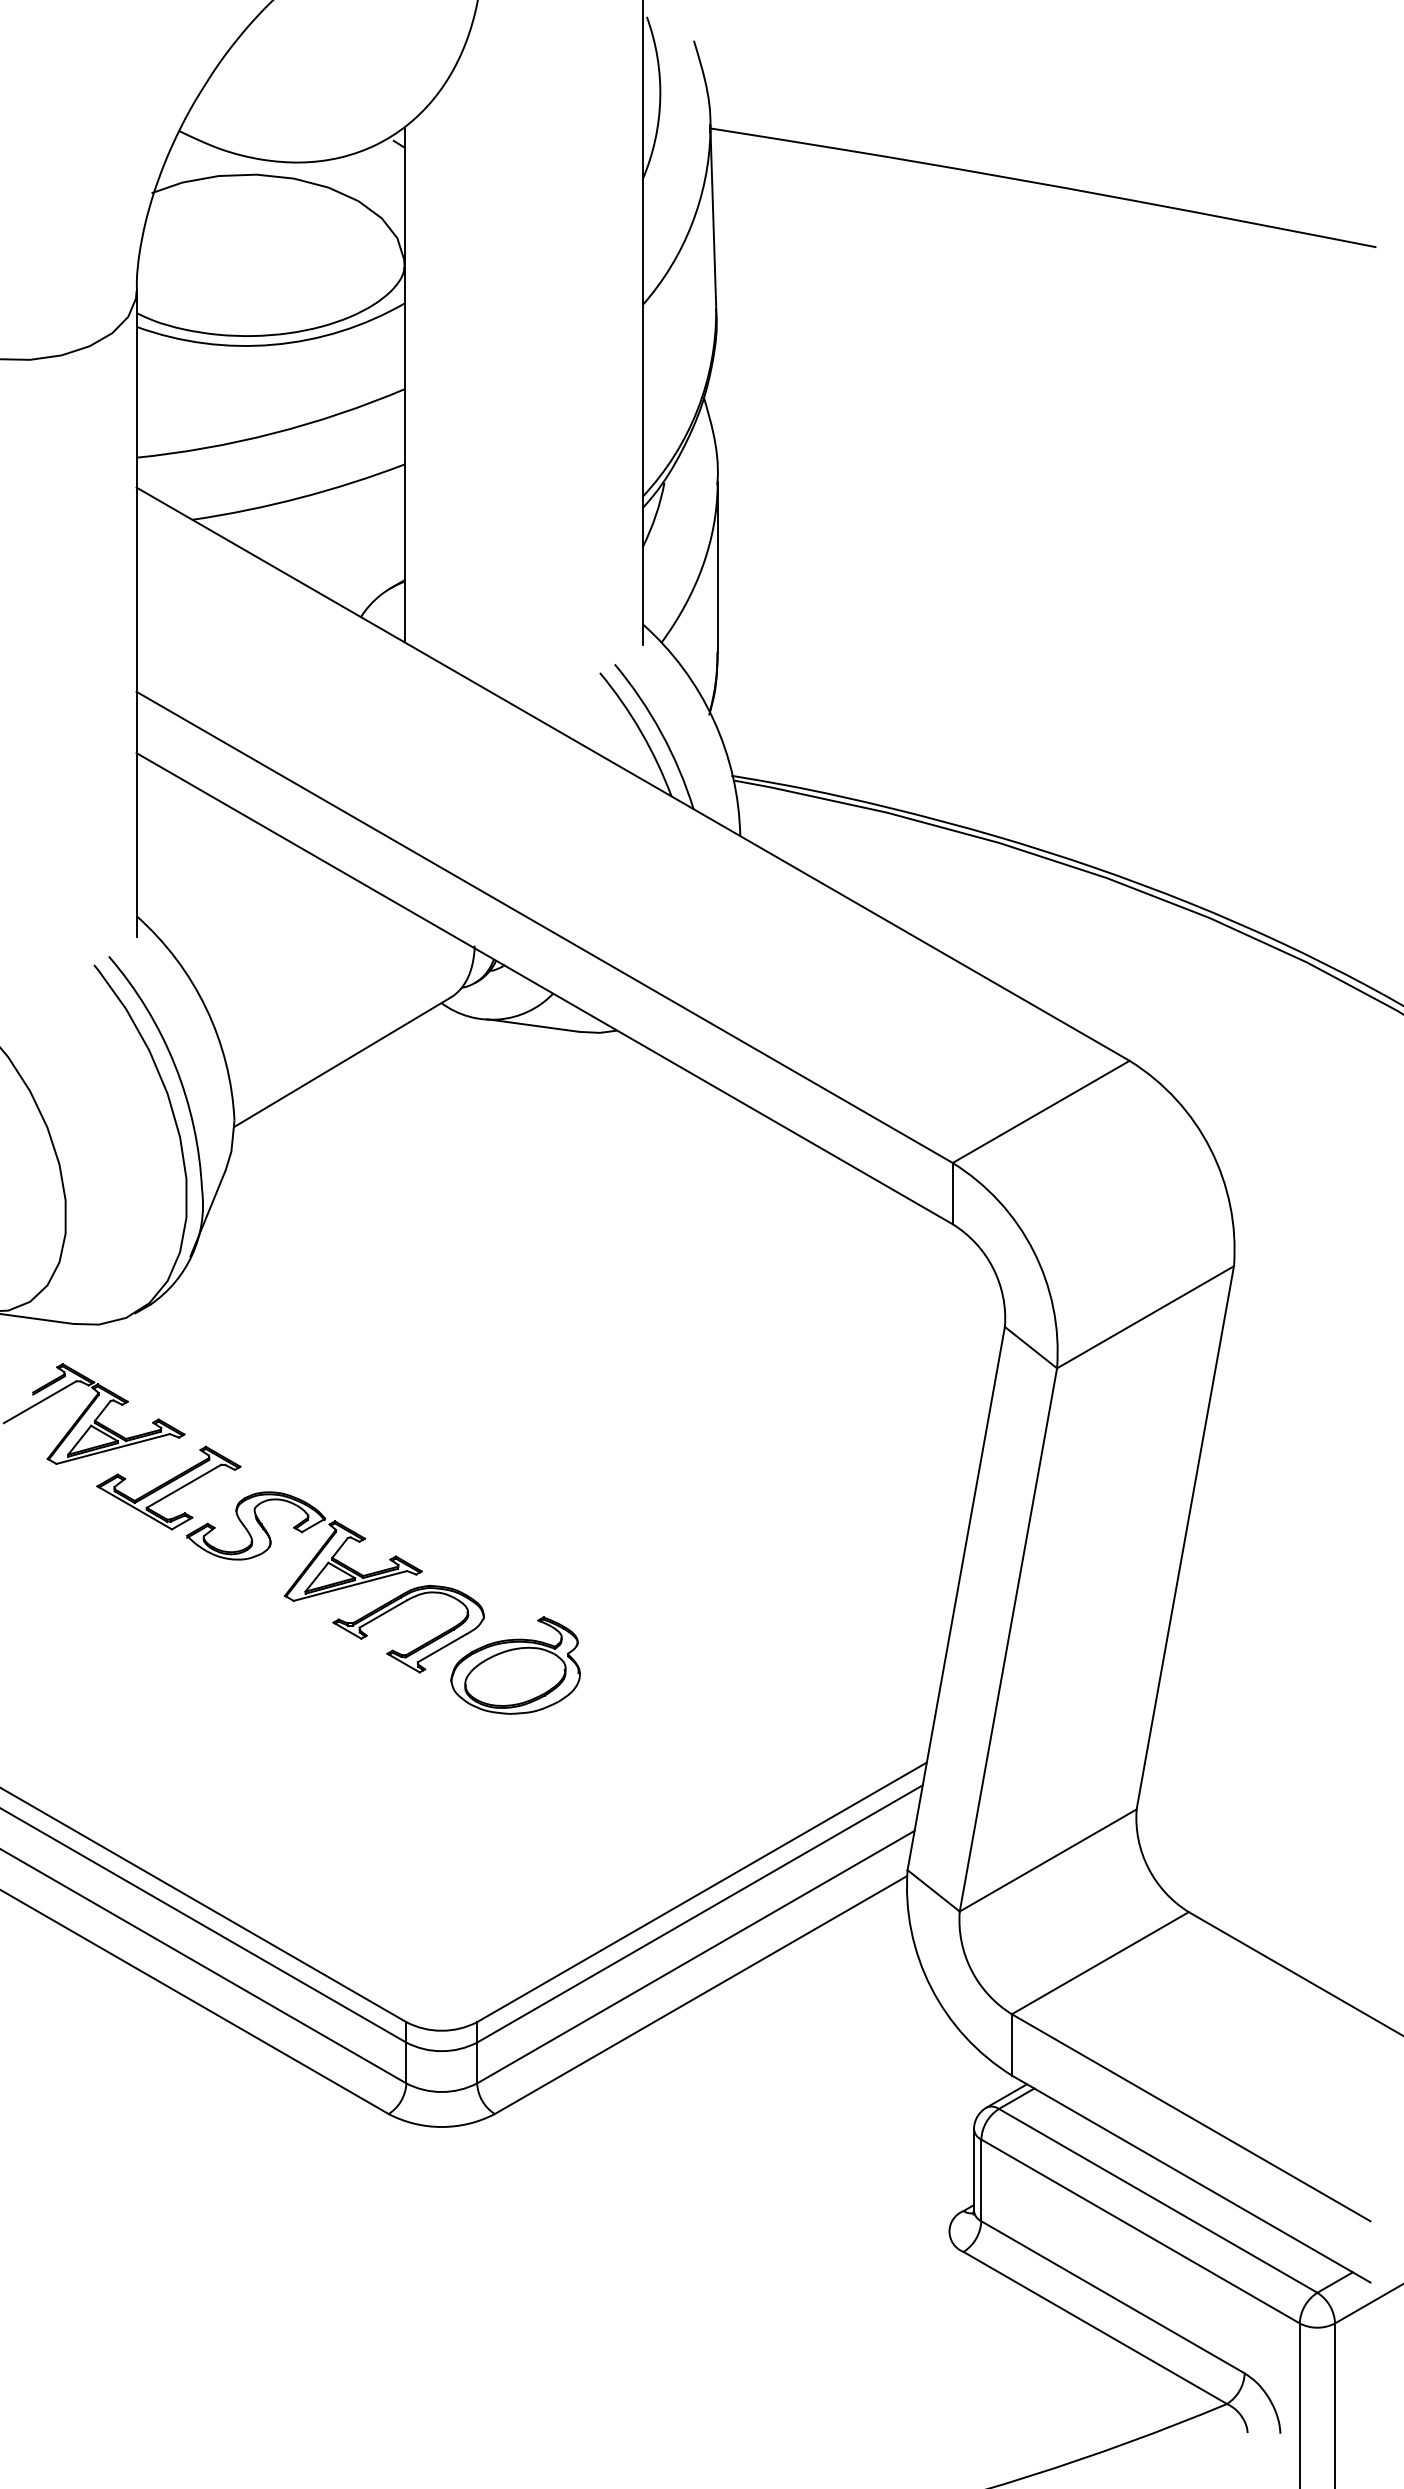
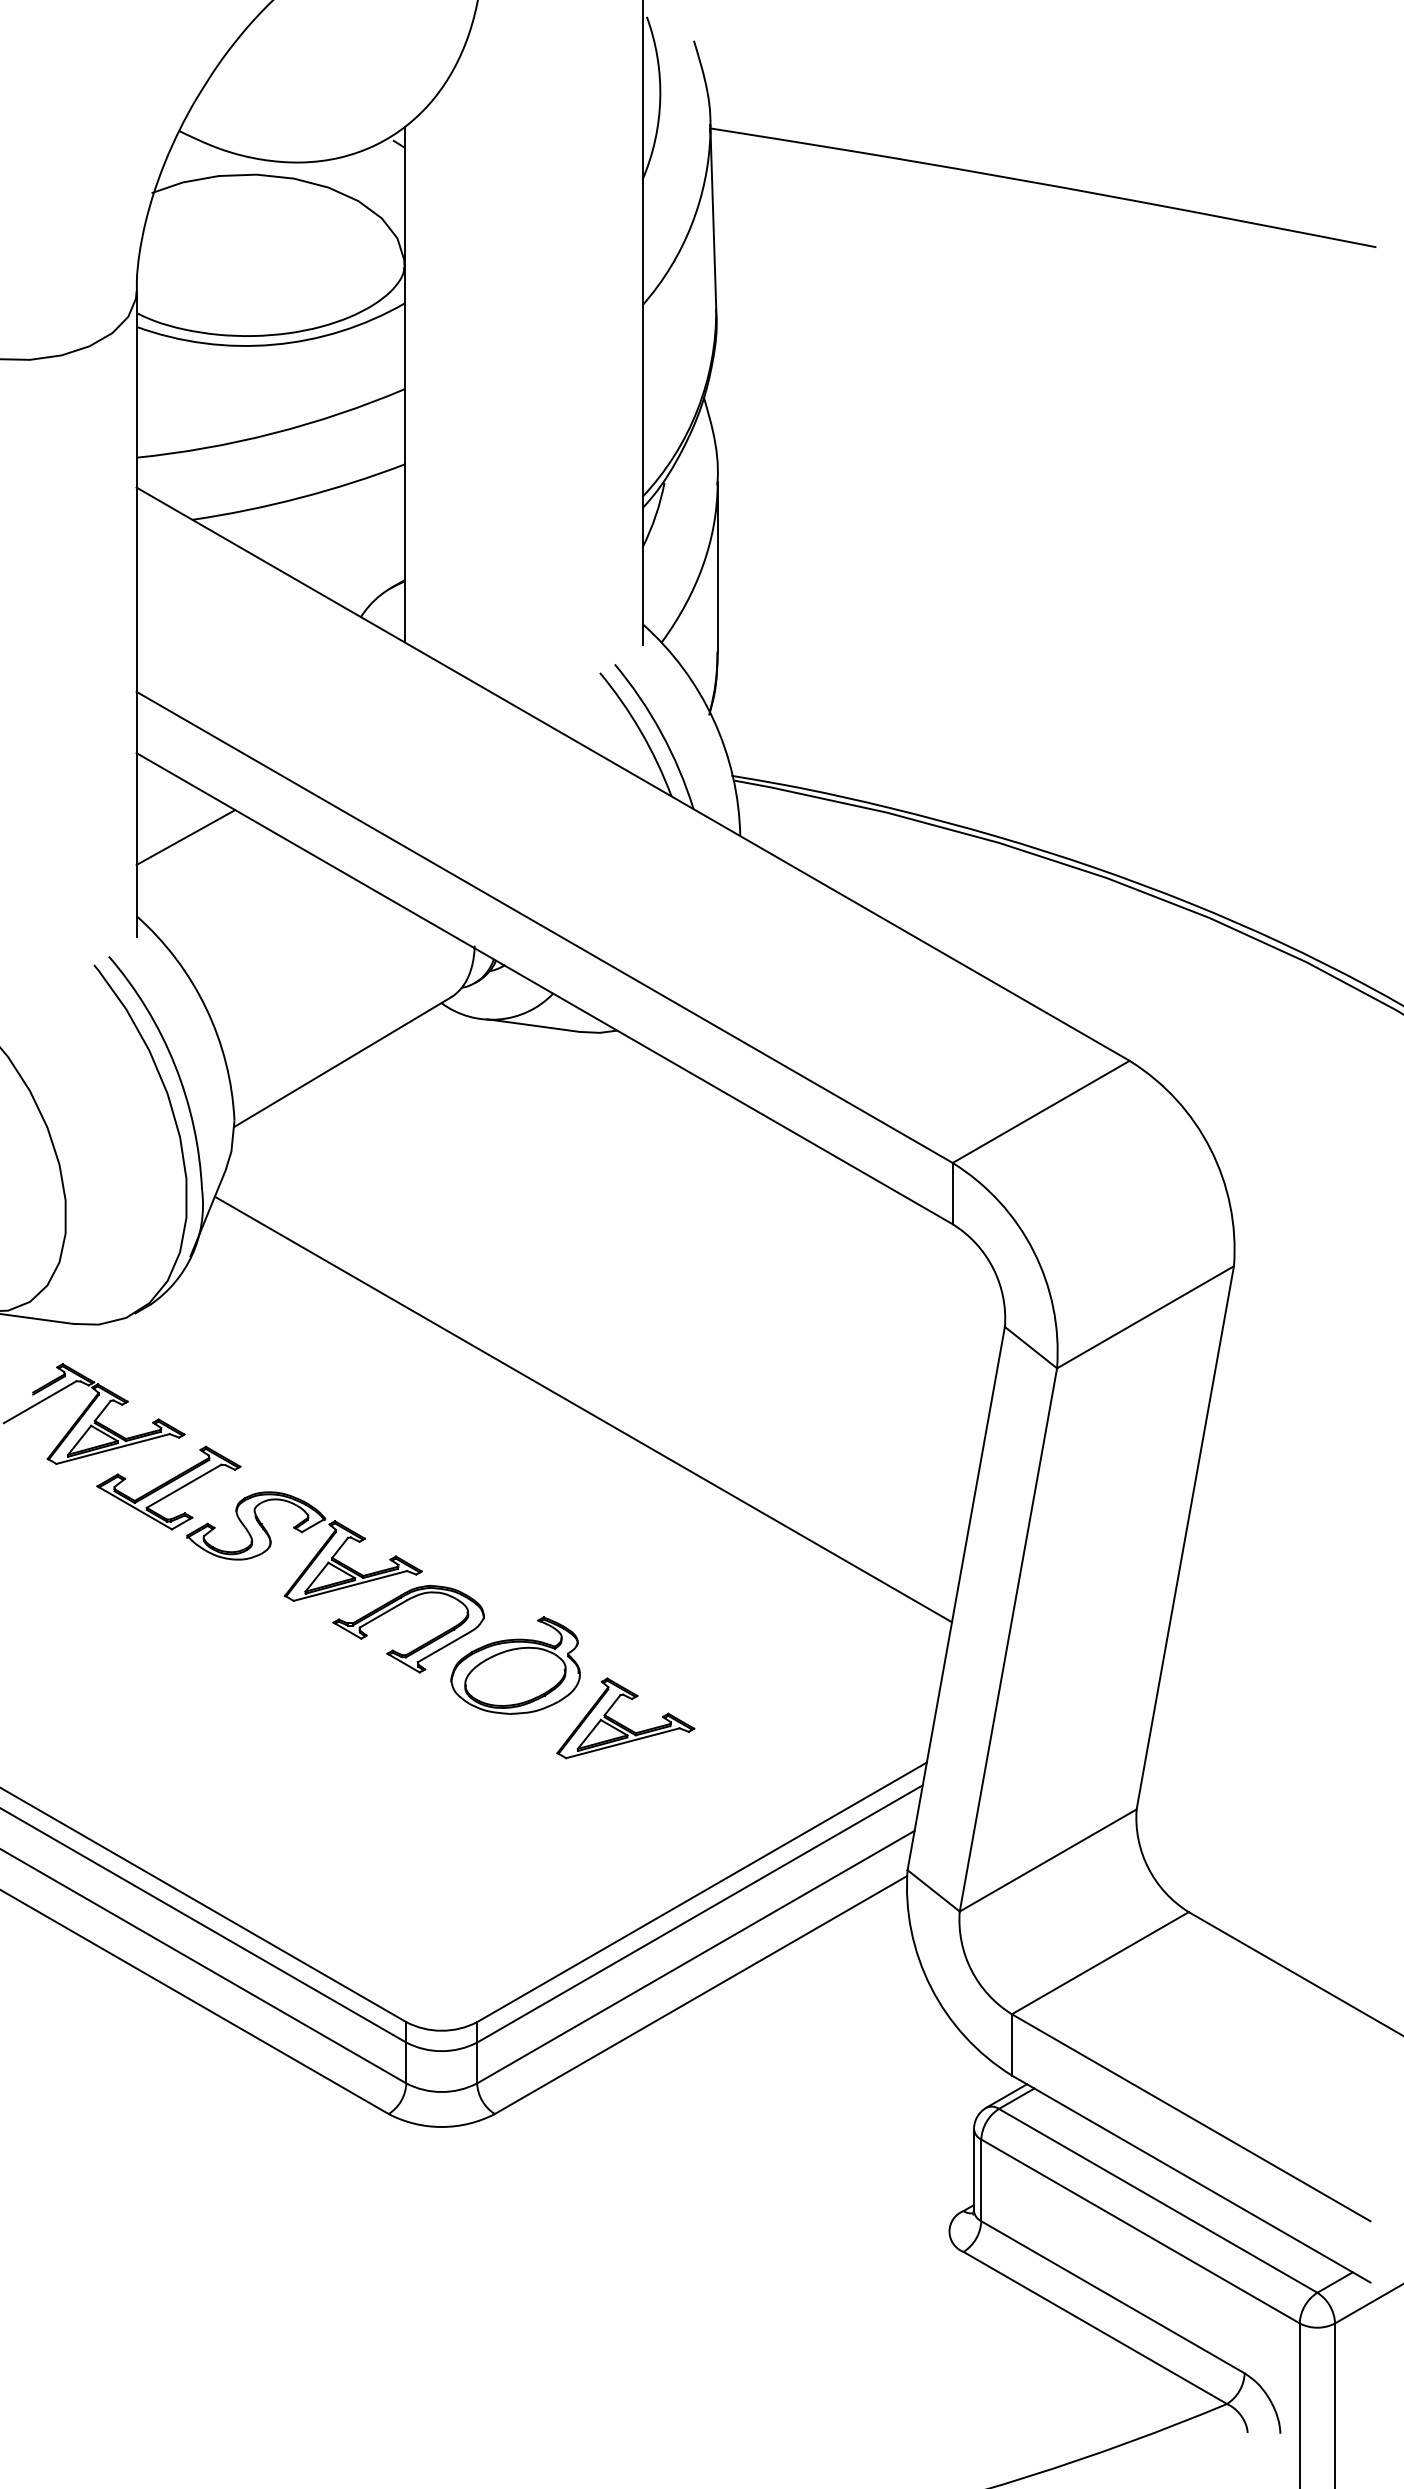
line at (185, 837): none -> present
line at (583, 1409): none -> present
part at (621, 1723): none -> present
